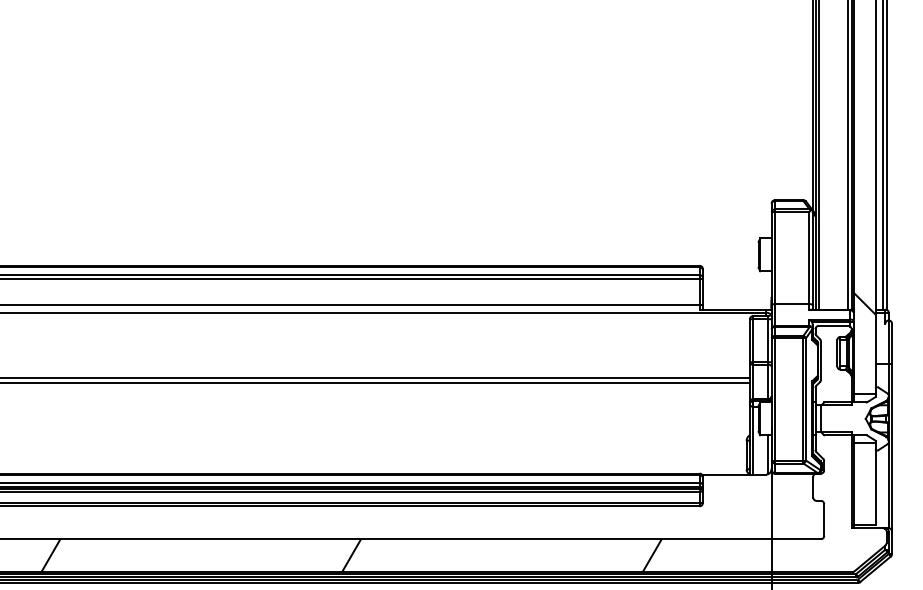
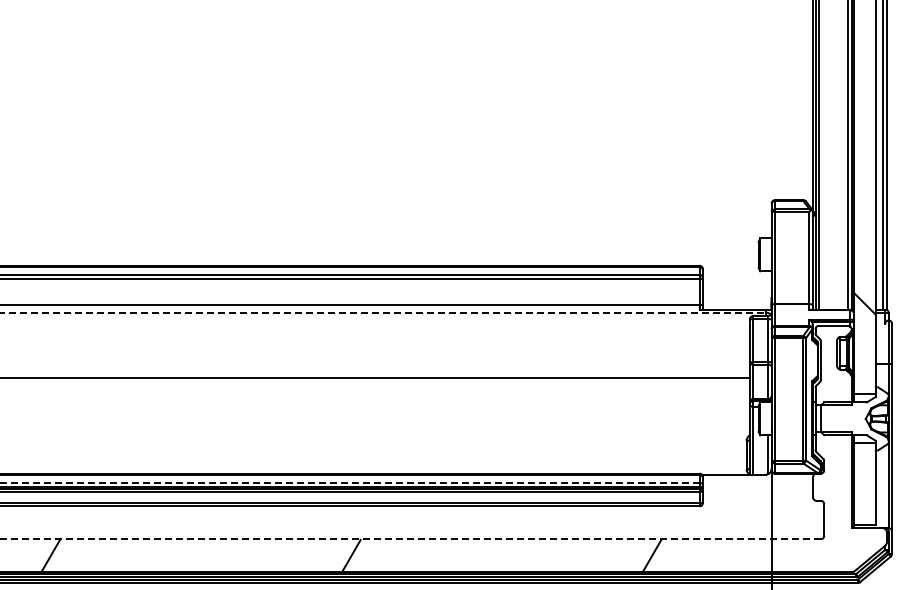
line at (383, 312): solid -> dashed
line at (375, 382): present -> none
line at (349, 482): solid -> dashed
line at (410, 539): solid -> dashed
